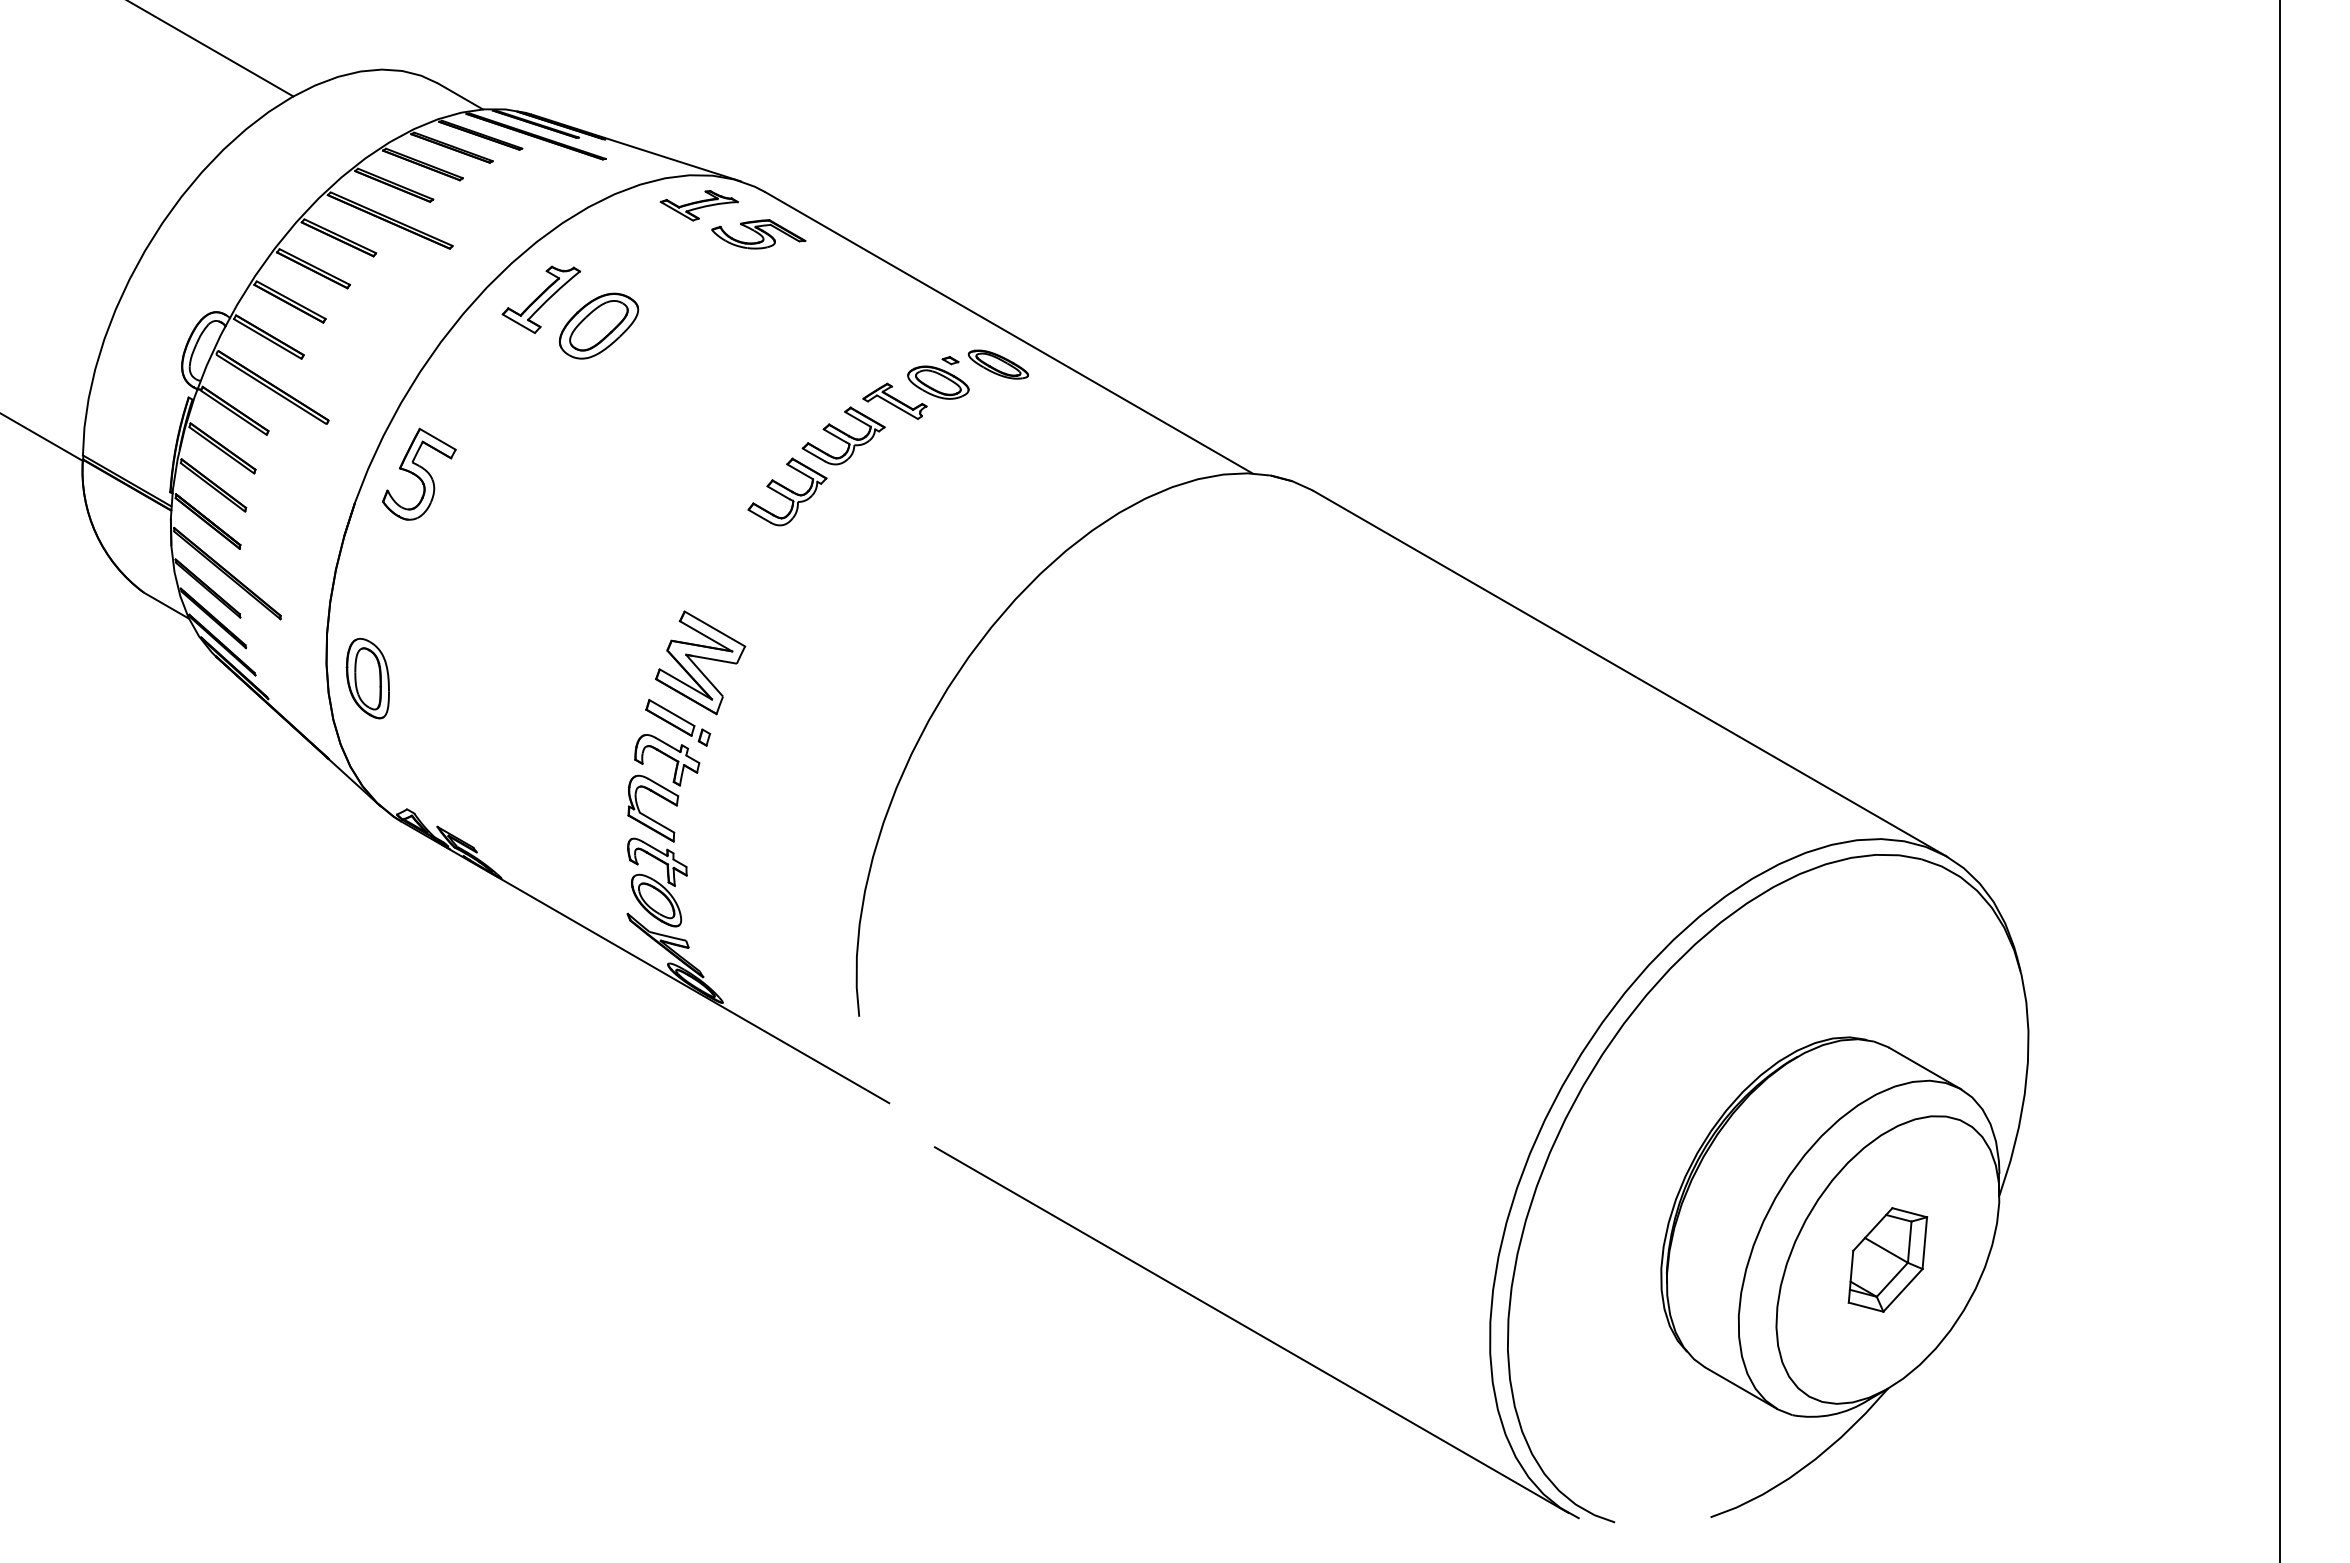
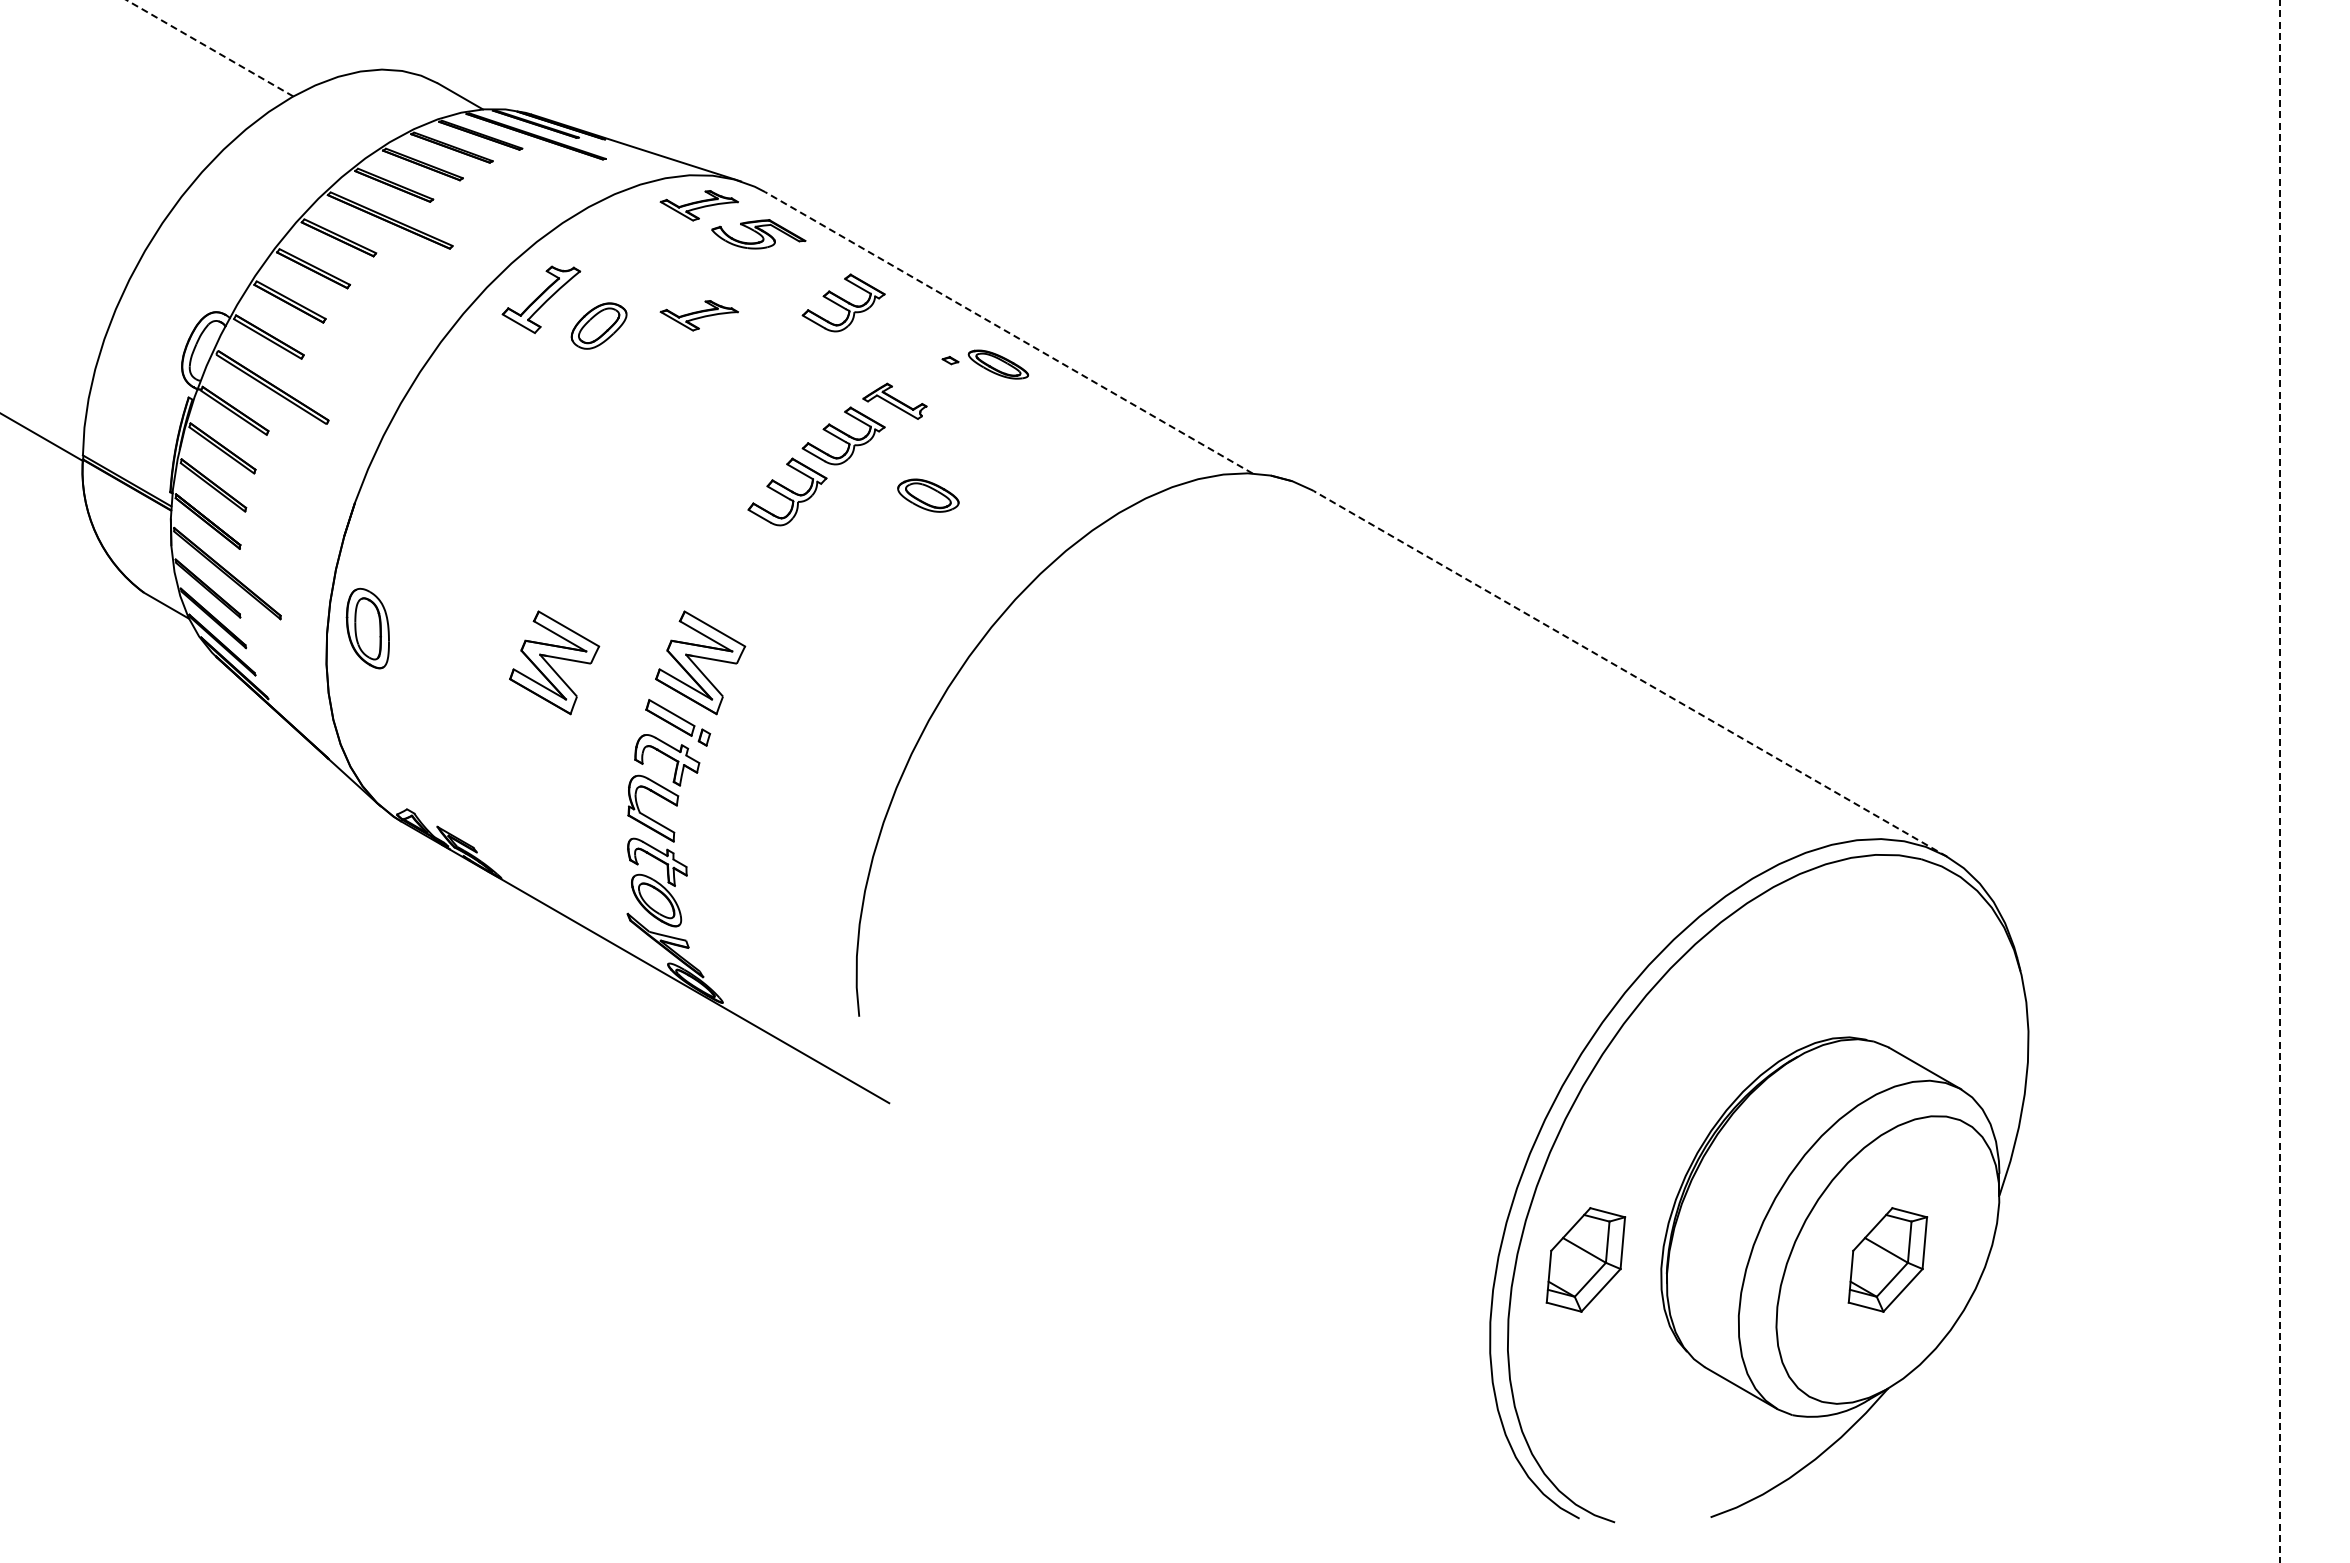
line at (209, 48): solid -> dashed
part at (843, 302): none -> present
part at (698, 315): none -> present
part at (599, 325) size: 81x68 px -> 58x48 px
line at (1008, 332): solid -> dashed
part at (938, 382) position: (938, 382) -> (928, 495)
part at (419, 473): present -> none
part at (554, 662): none -> present
line at (1630, 673): solid -> dashed
part at (367, 678) position: (367, 678) -> (367, 628)
line at (2279, 781): solid -> dashed
part at (1585, 1259): none -> present
line at (1251, 1329): present -> none
